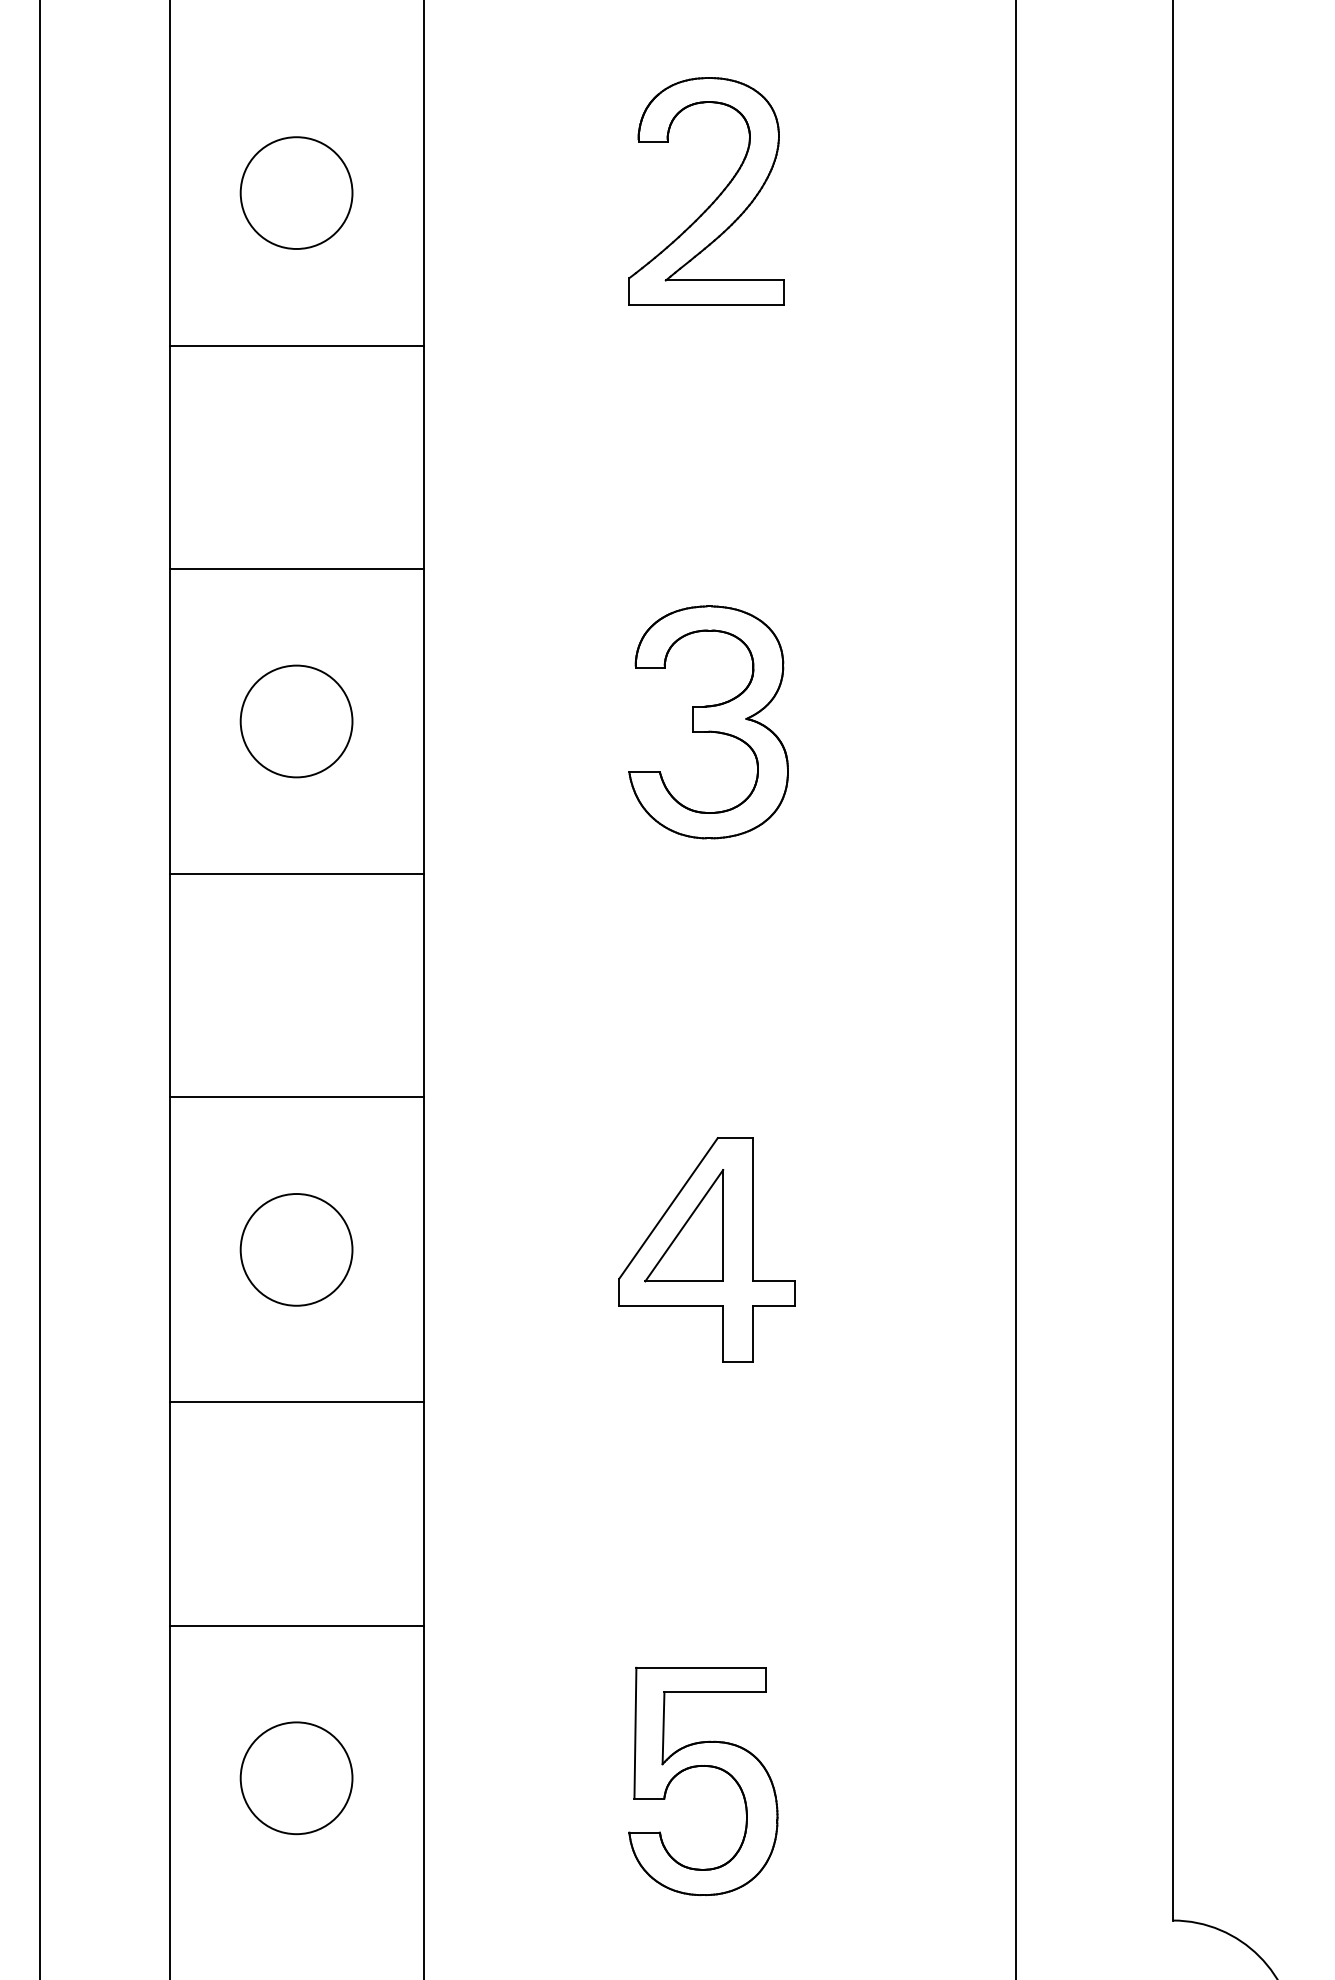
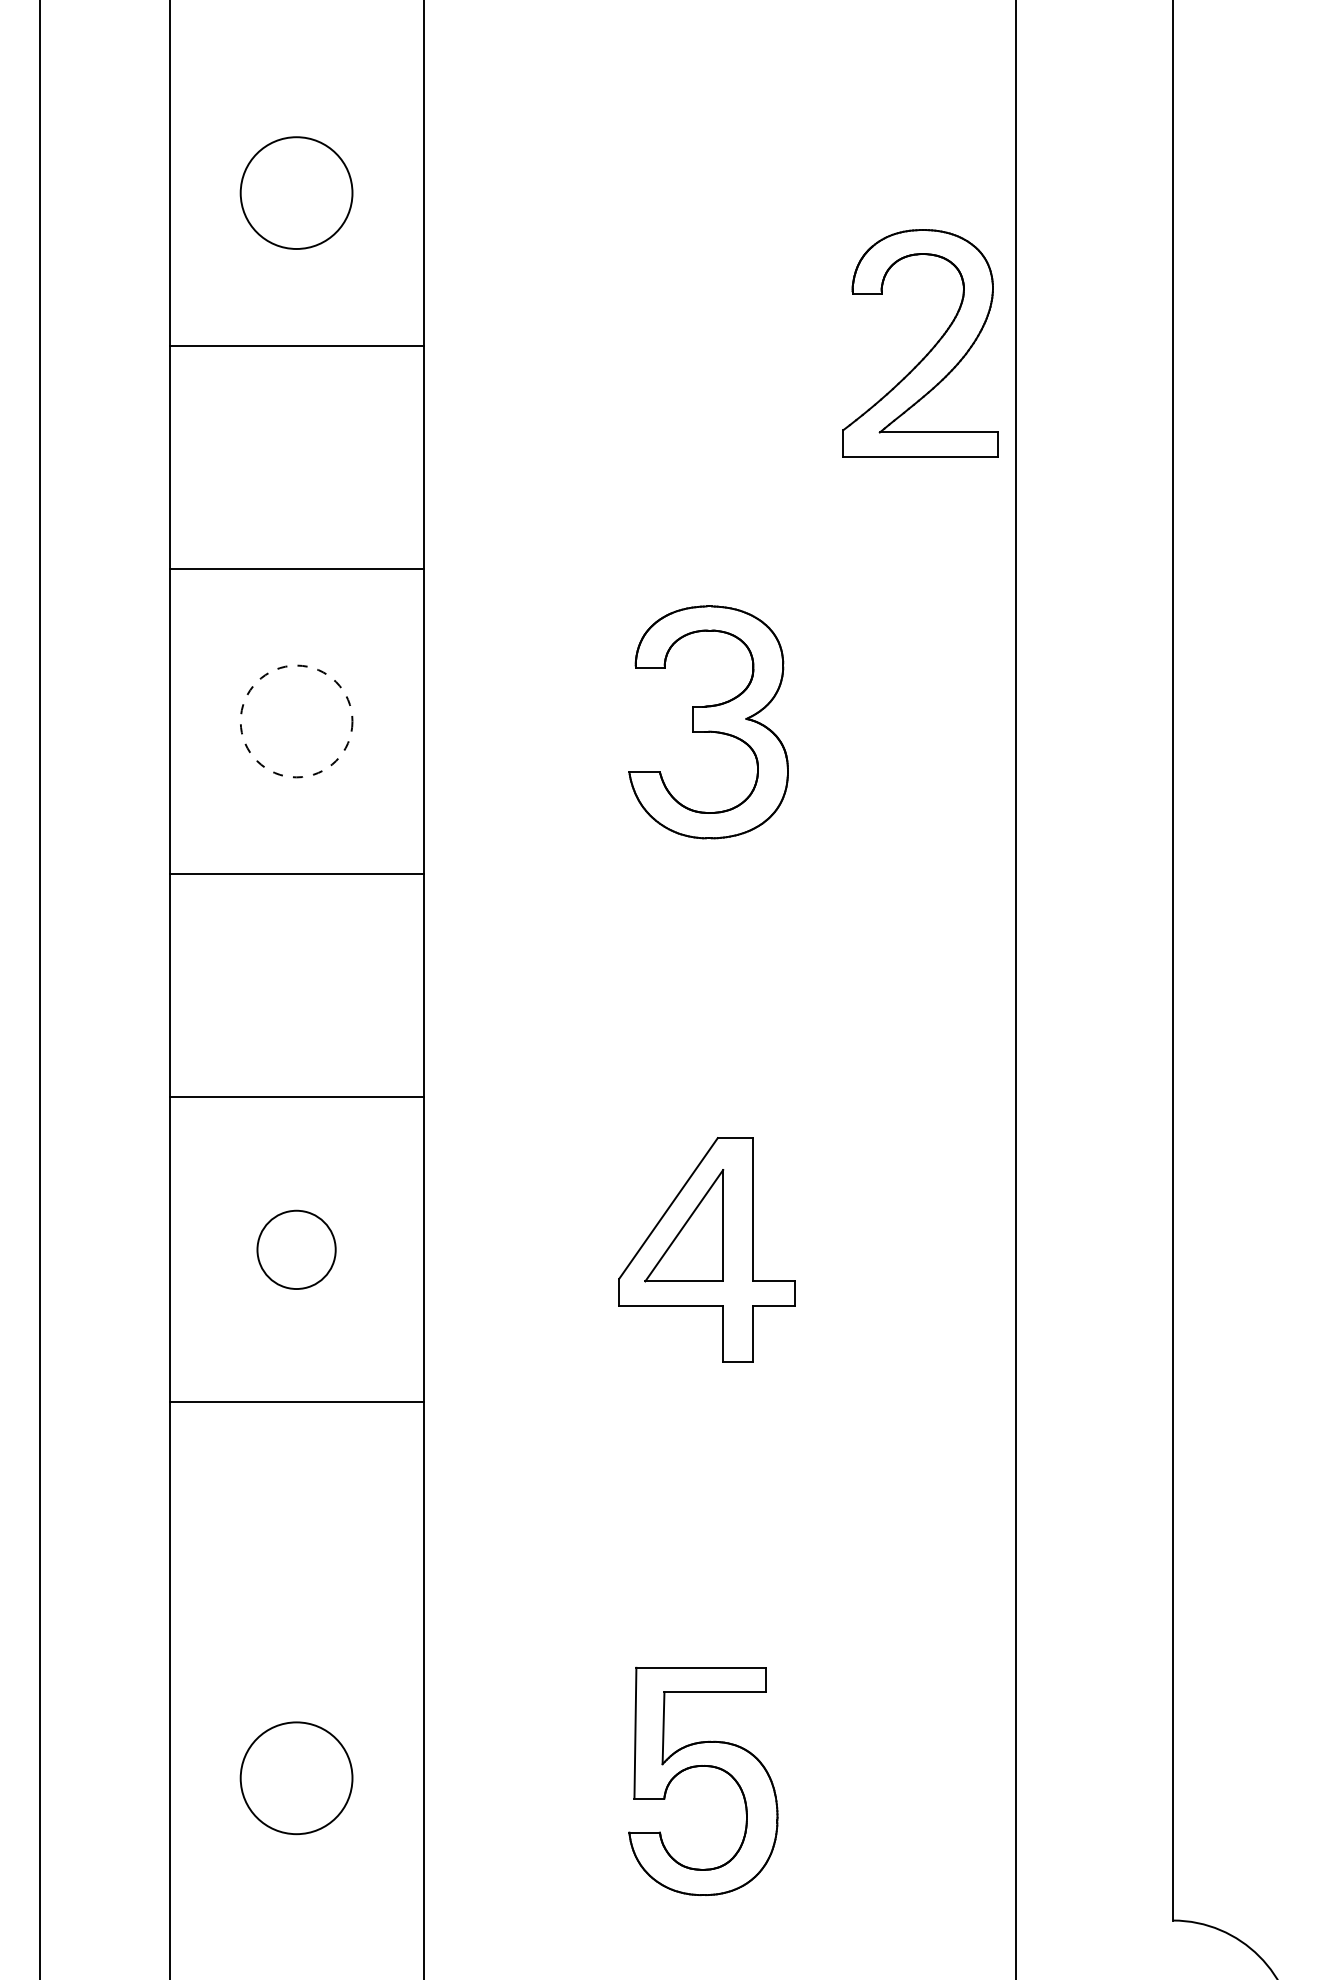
part at (714, 199) position: (714, 199) -> (928, 351)
circle at (296, 721): solid -> dashed
circle at (296, 1249) diameter: 112 px -> 78 px
line at (296, 1625): present -> none
